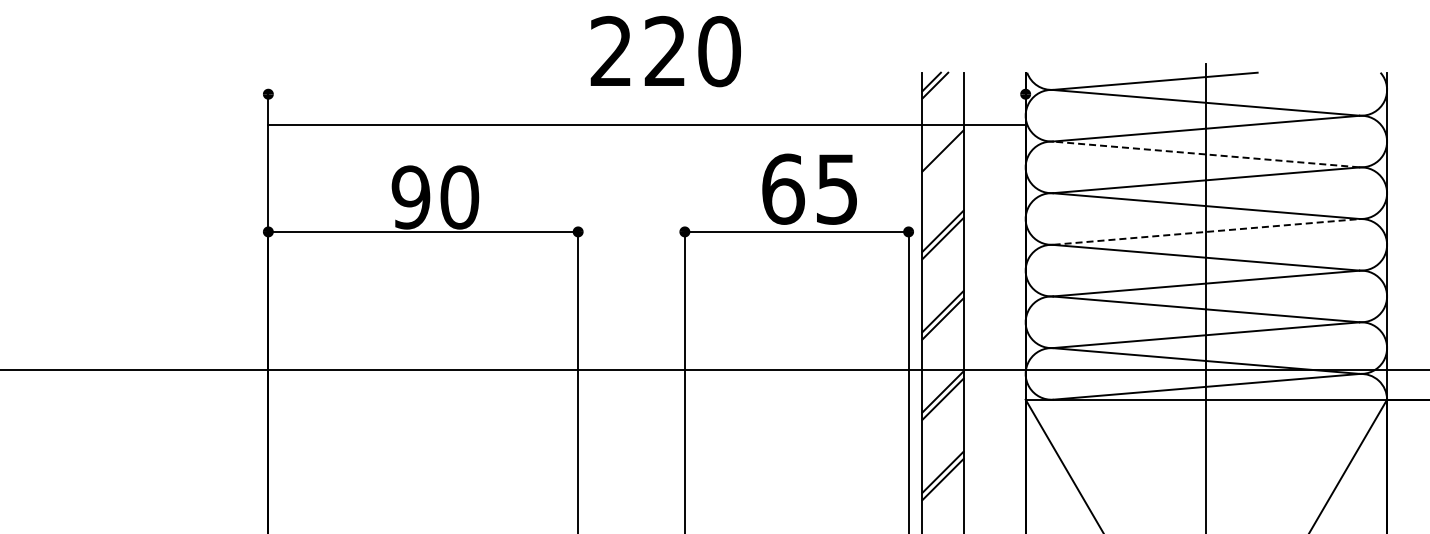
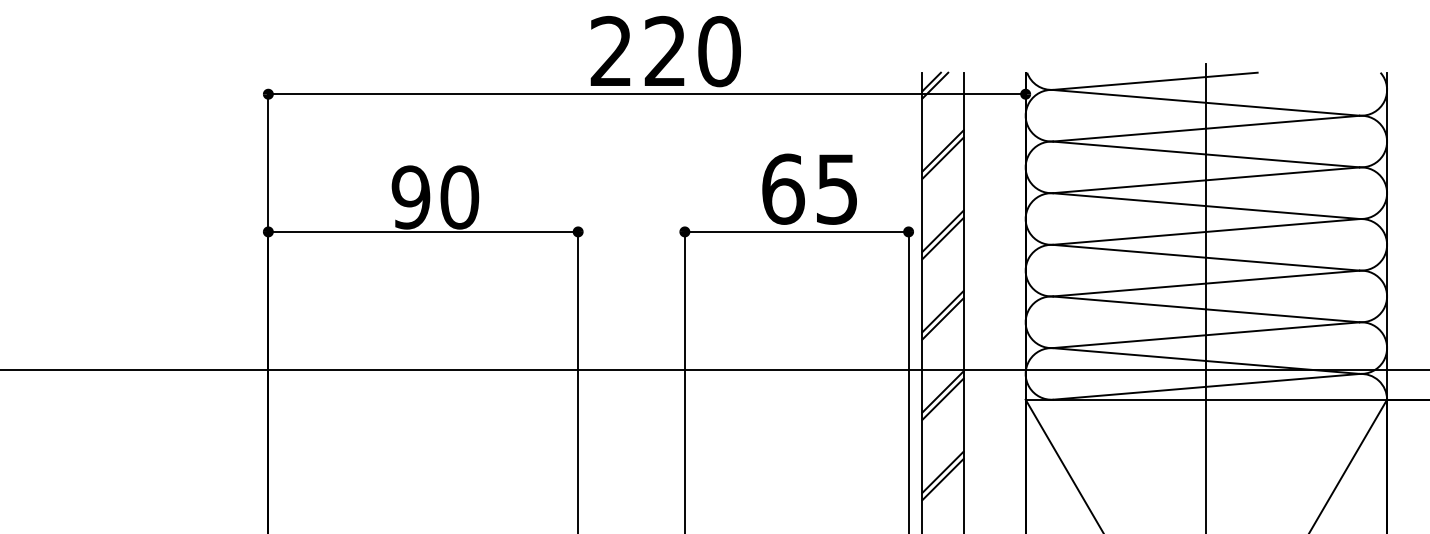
line at (646, 125) position: (646, 125) -> (646, 94)
line at (1205, 154): dashed -> solid
line at (942, 157): none -> present
line at (1206, 231): dashed -> solid
